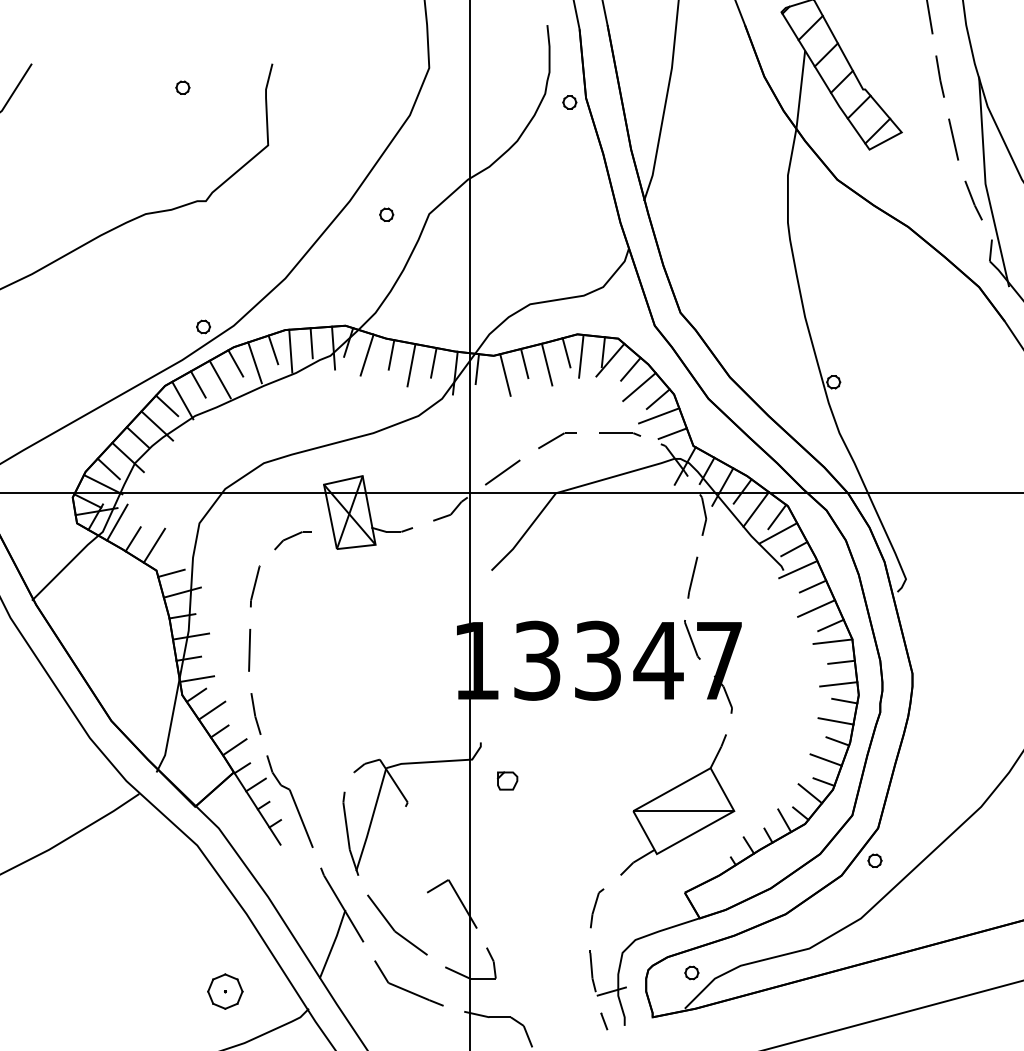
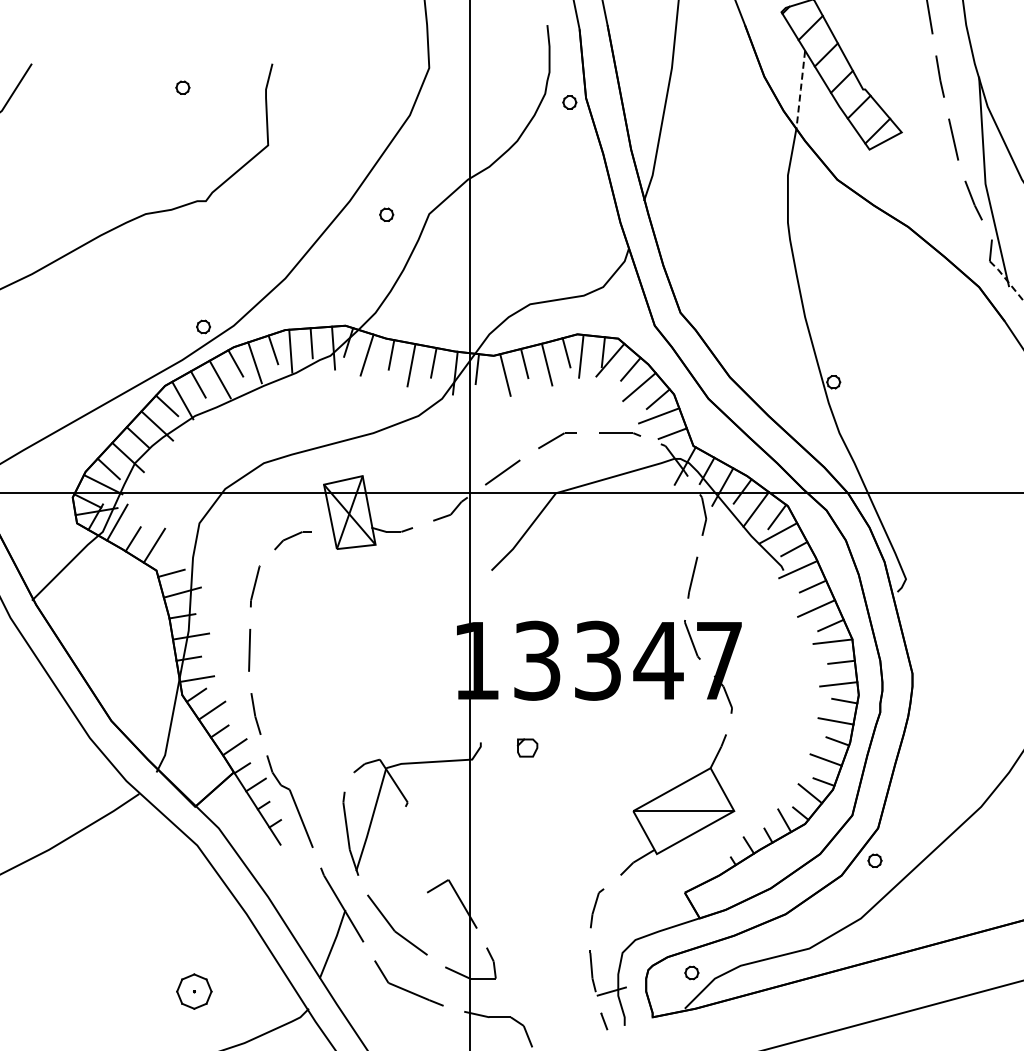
line at (800, 89): solid -> dashed
line at (1007, 280): solid -> dashed
part at (507, 780) position: (507, 780) -> (527, 747)
part at (225, 991) position: (225, 991) -> (194, 991)
